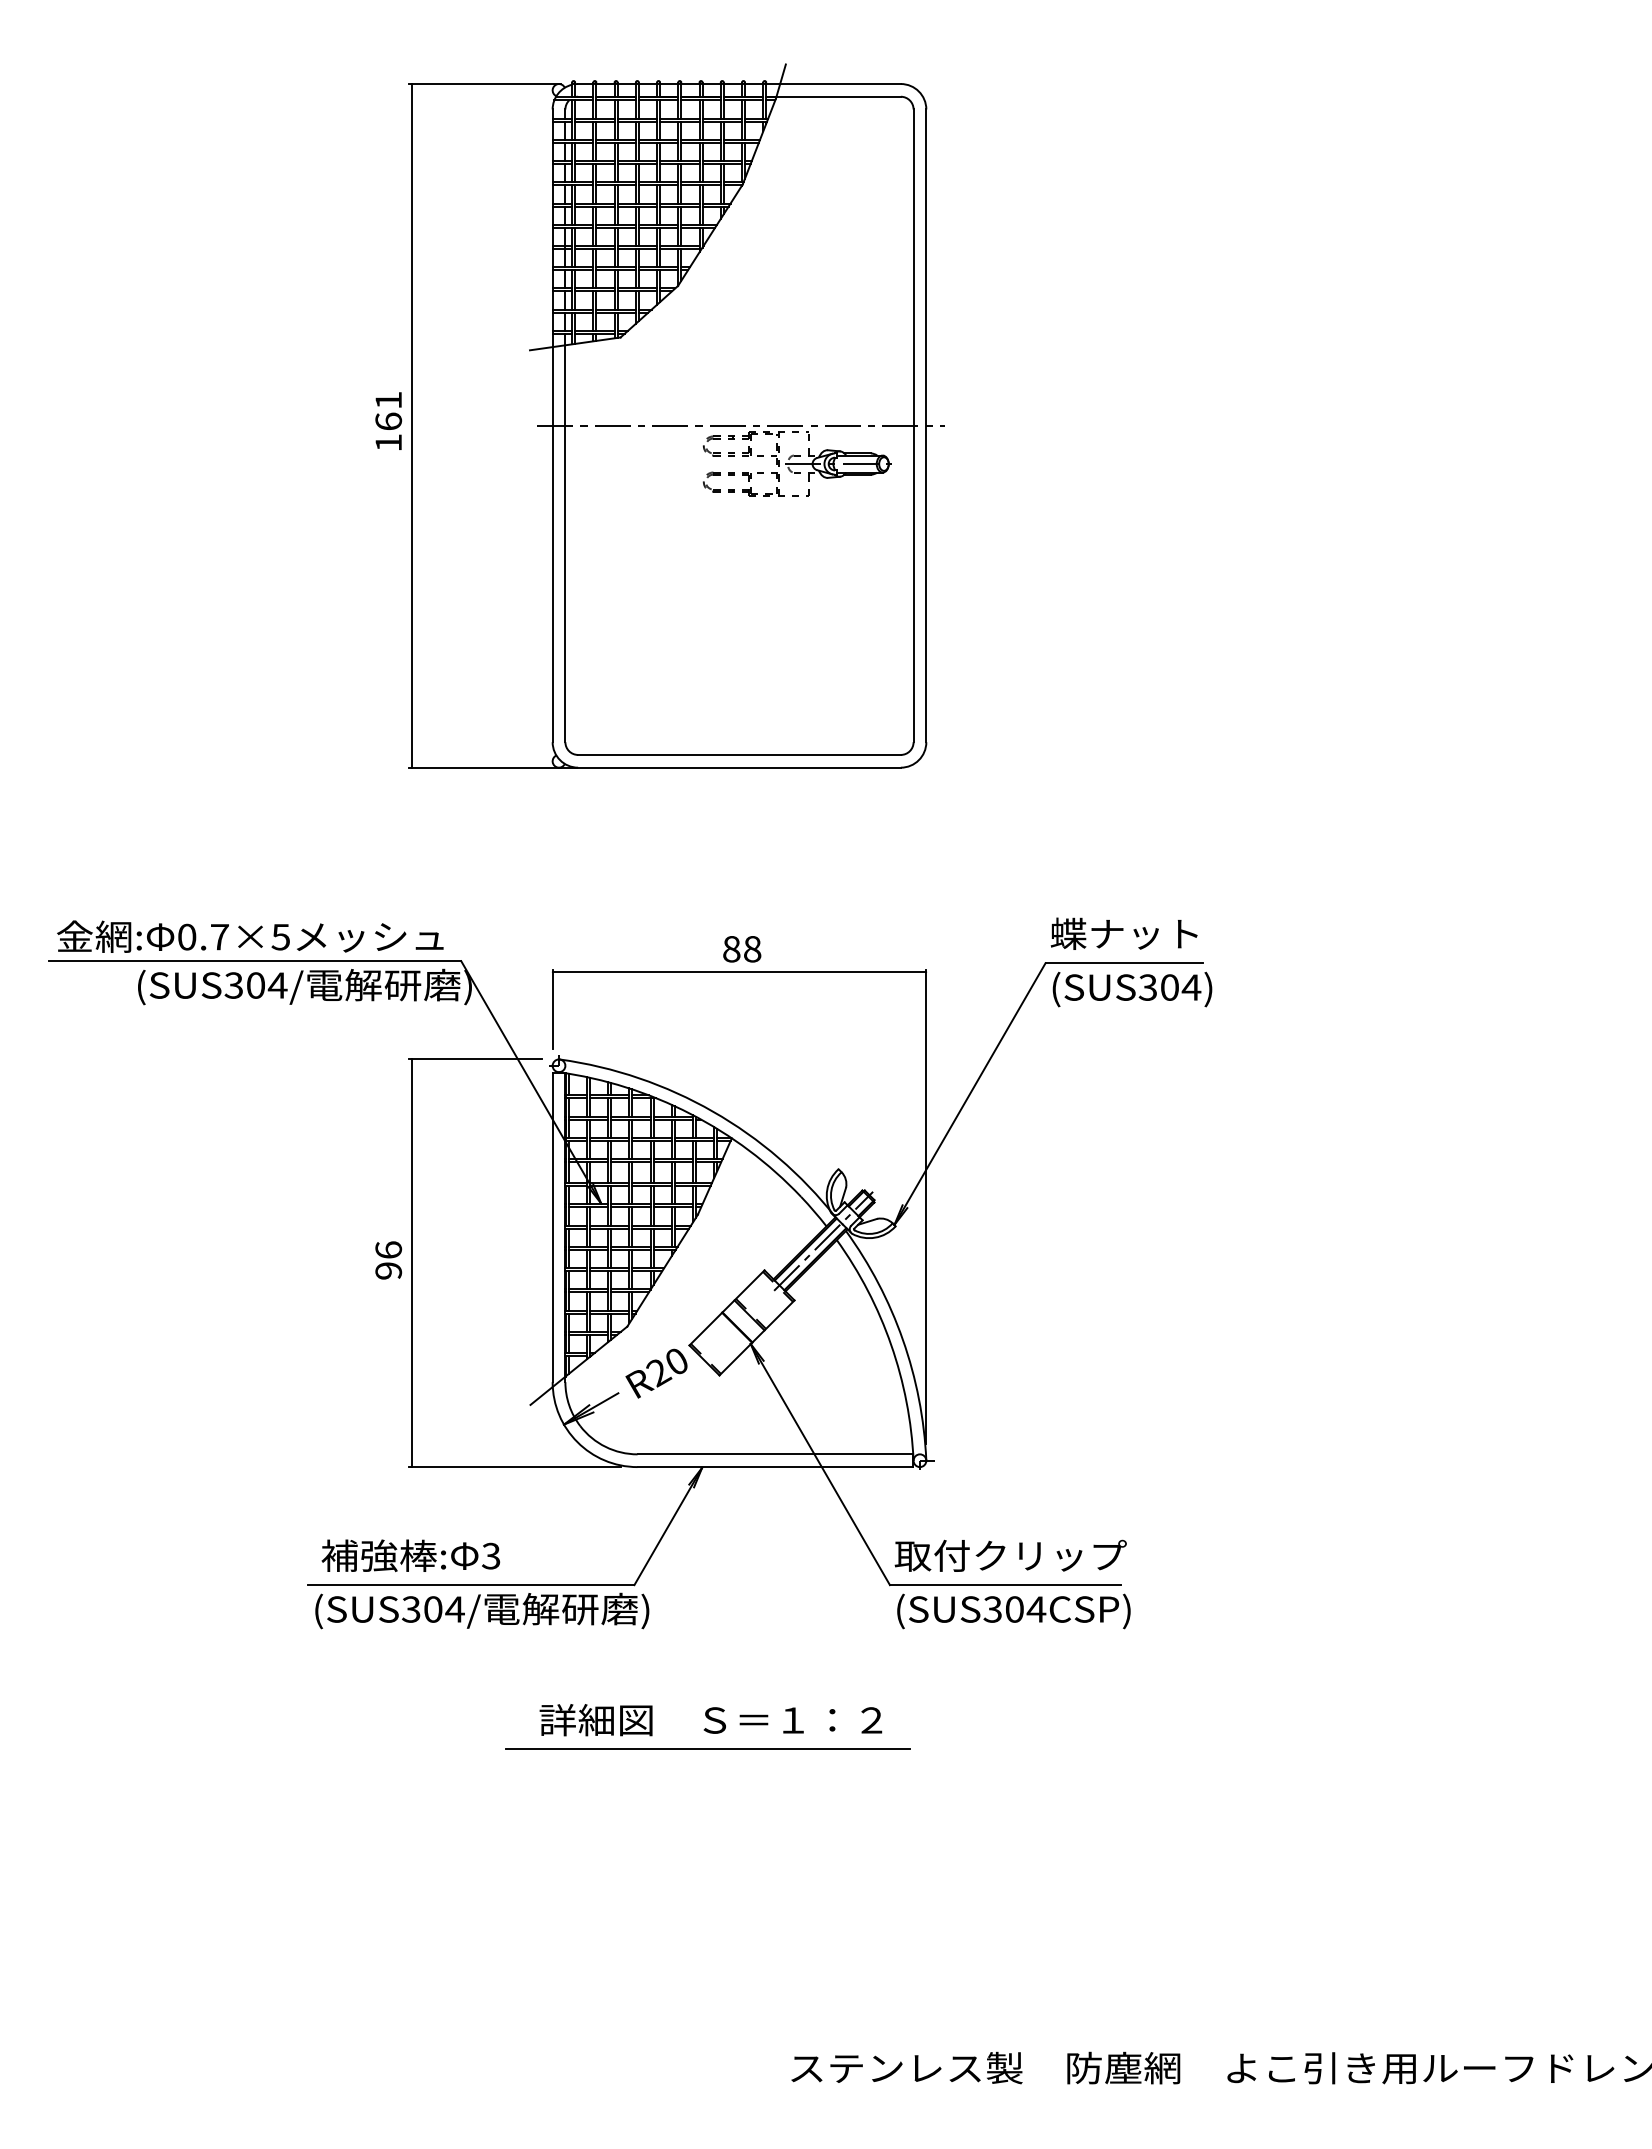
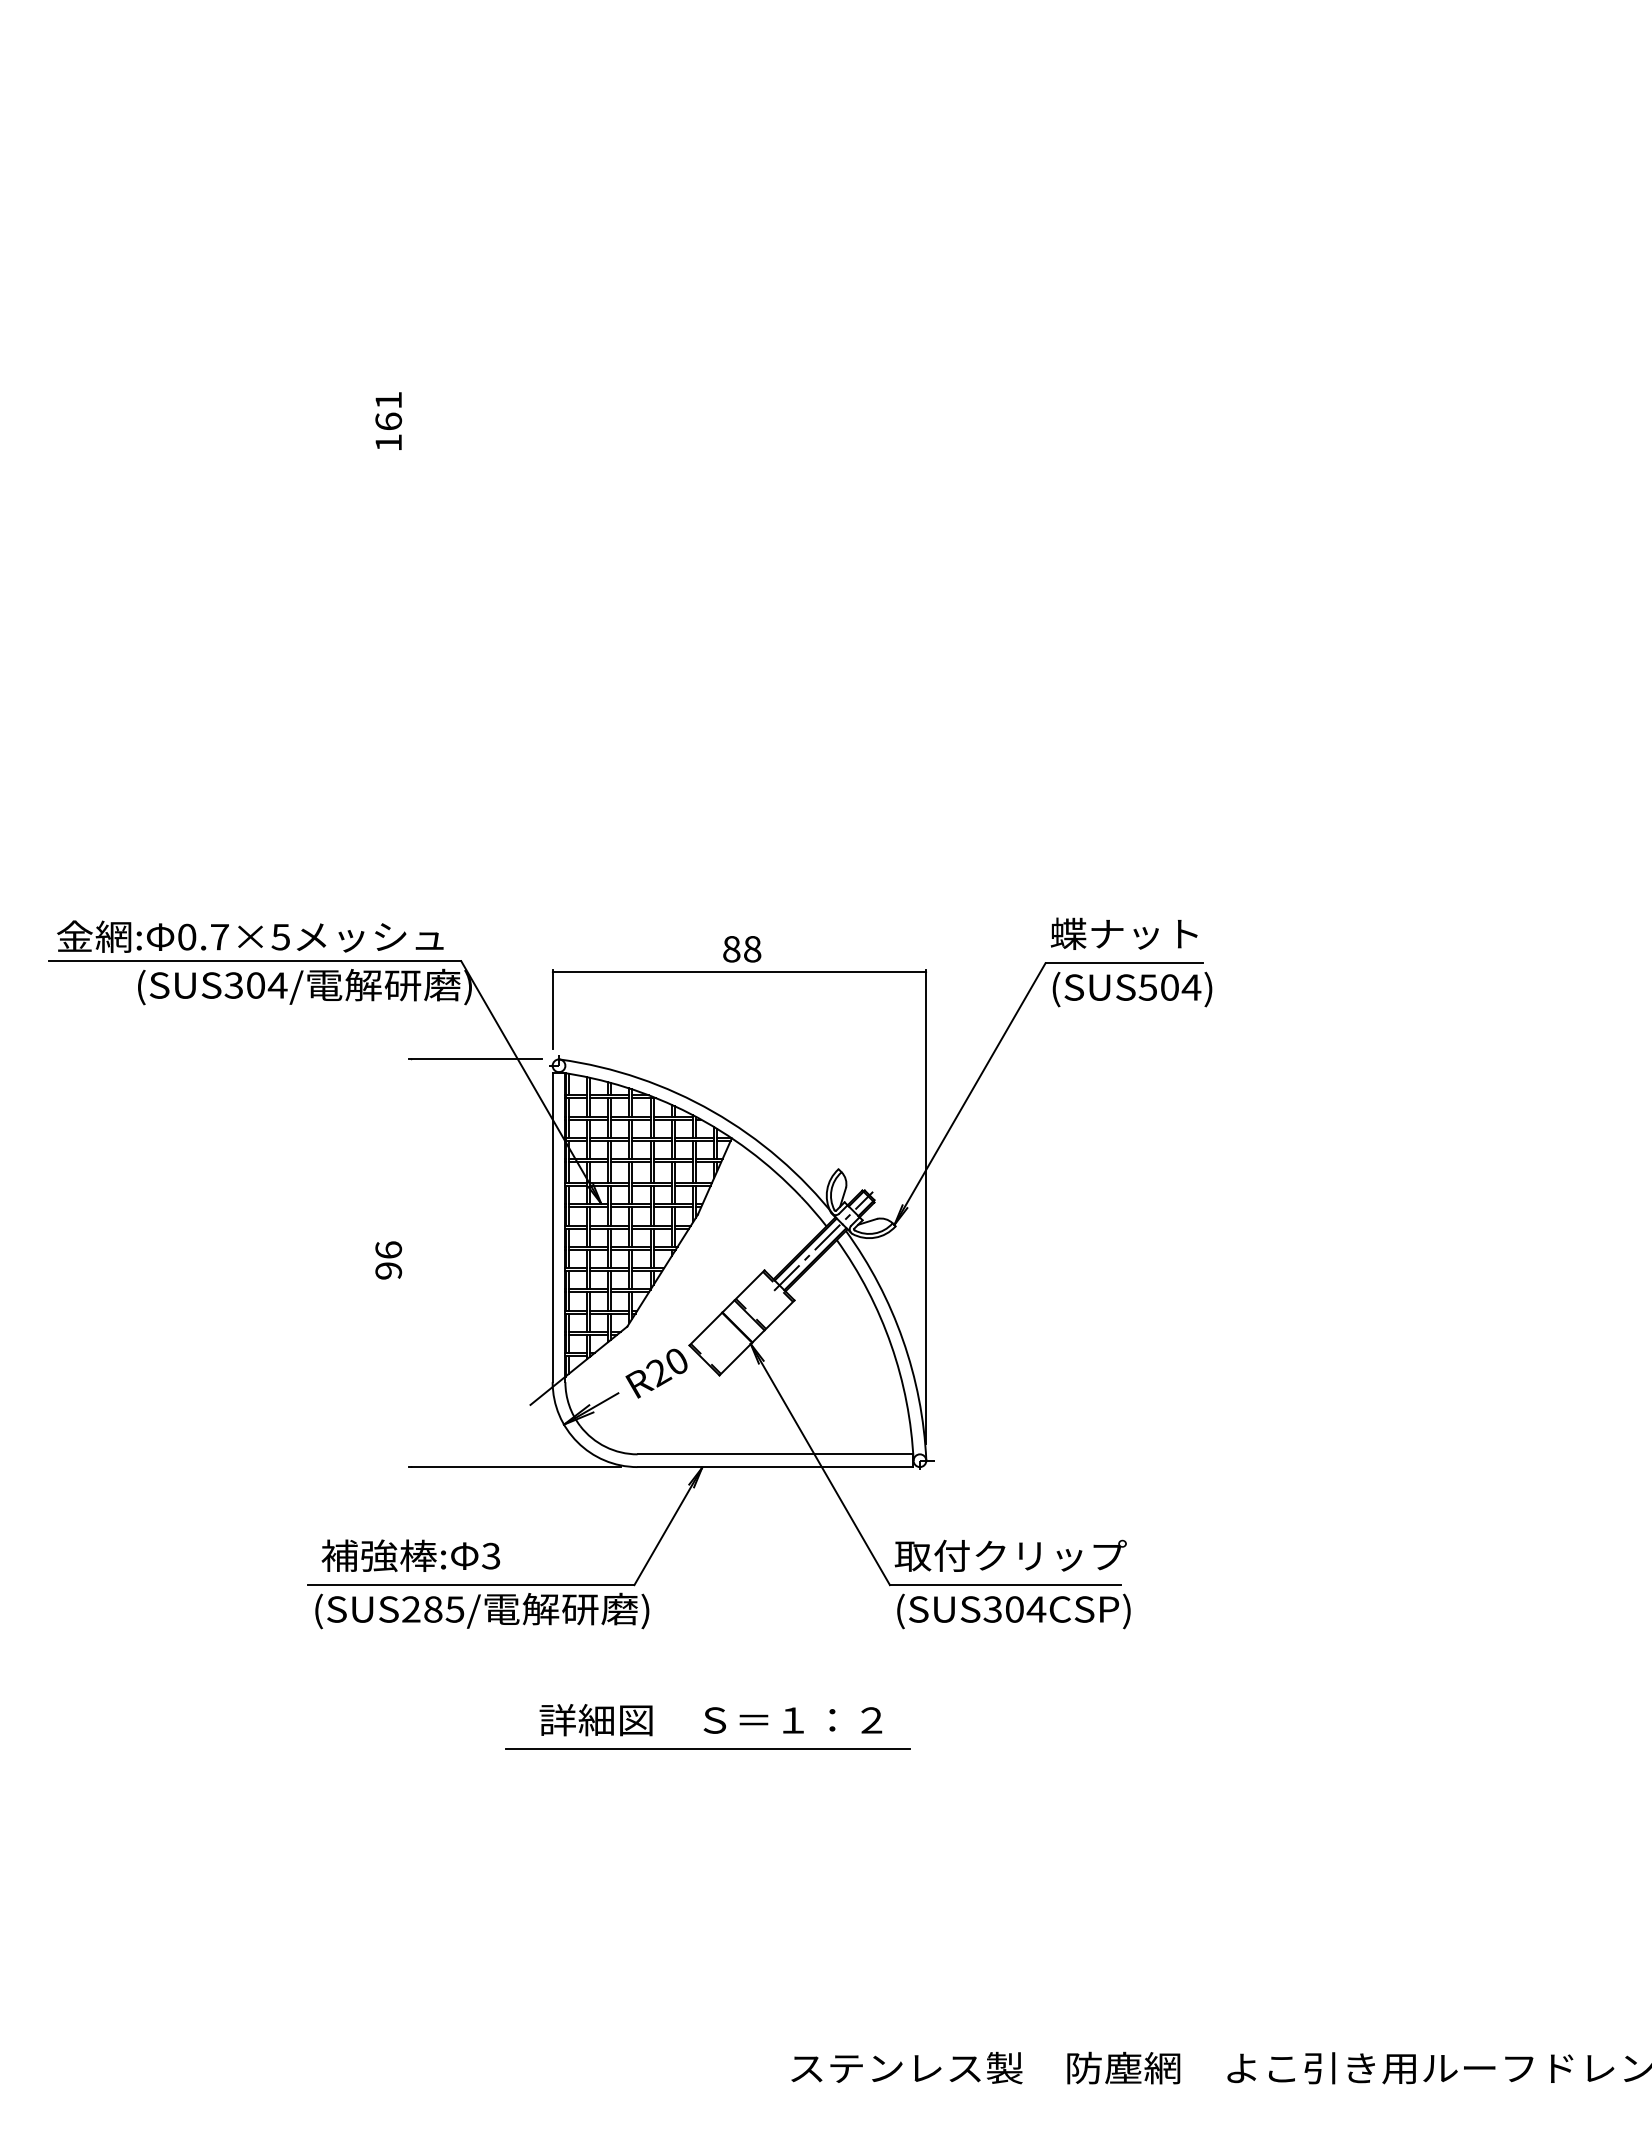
part at (676, 415): present -> none
text at (1147, 987): (SUS304) -> (SUS504)
line at (411, 1263): present -> none
text at (432, 1609): (SUS304/ -> (SUS285/
